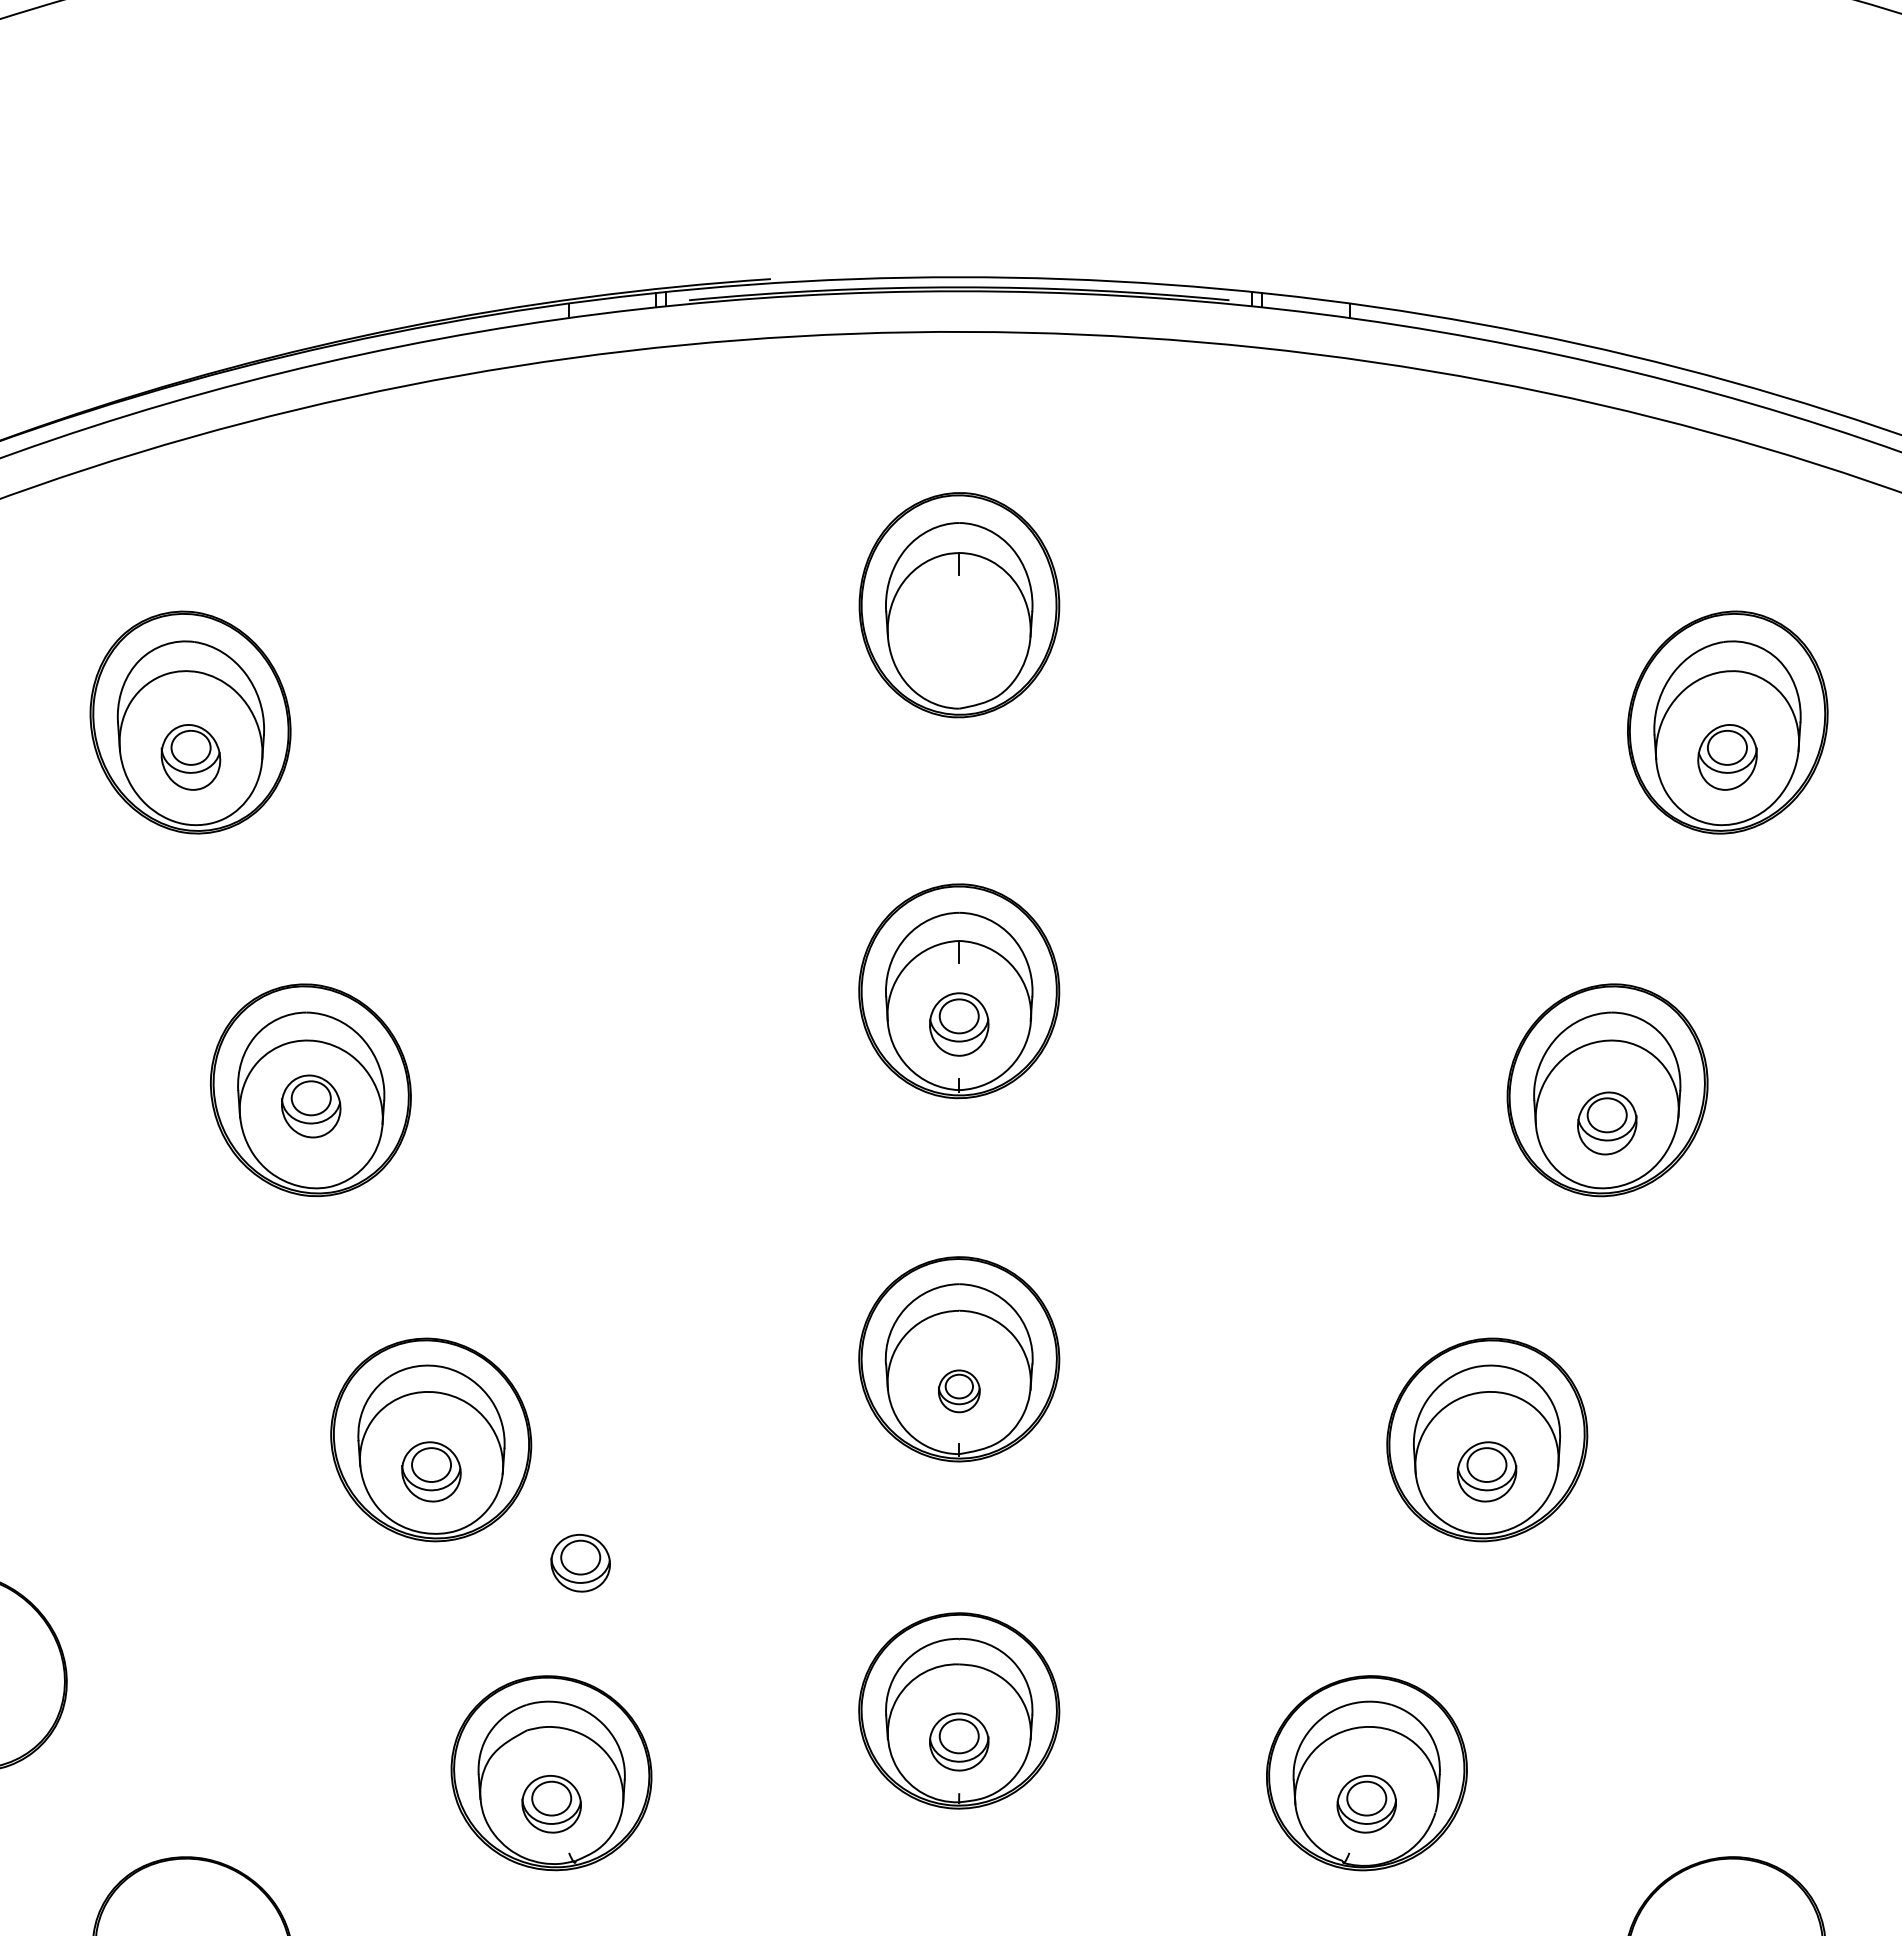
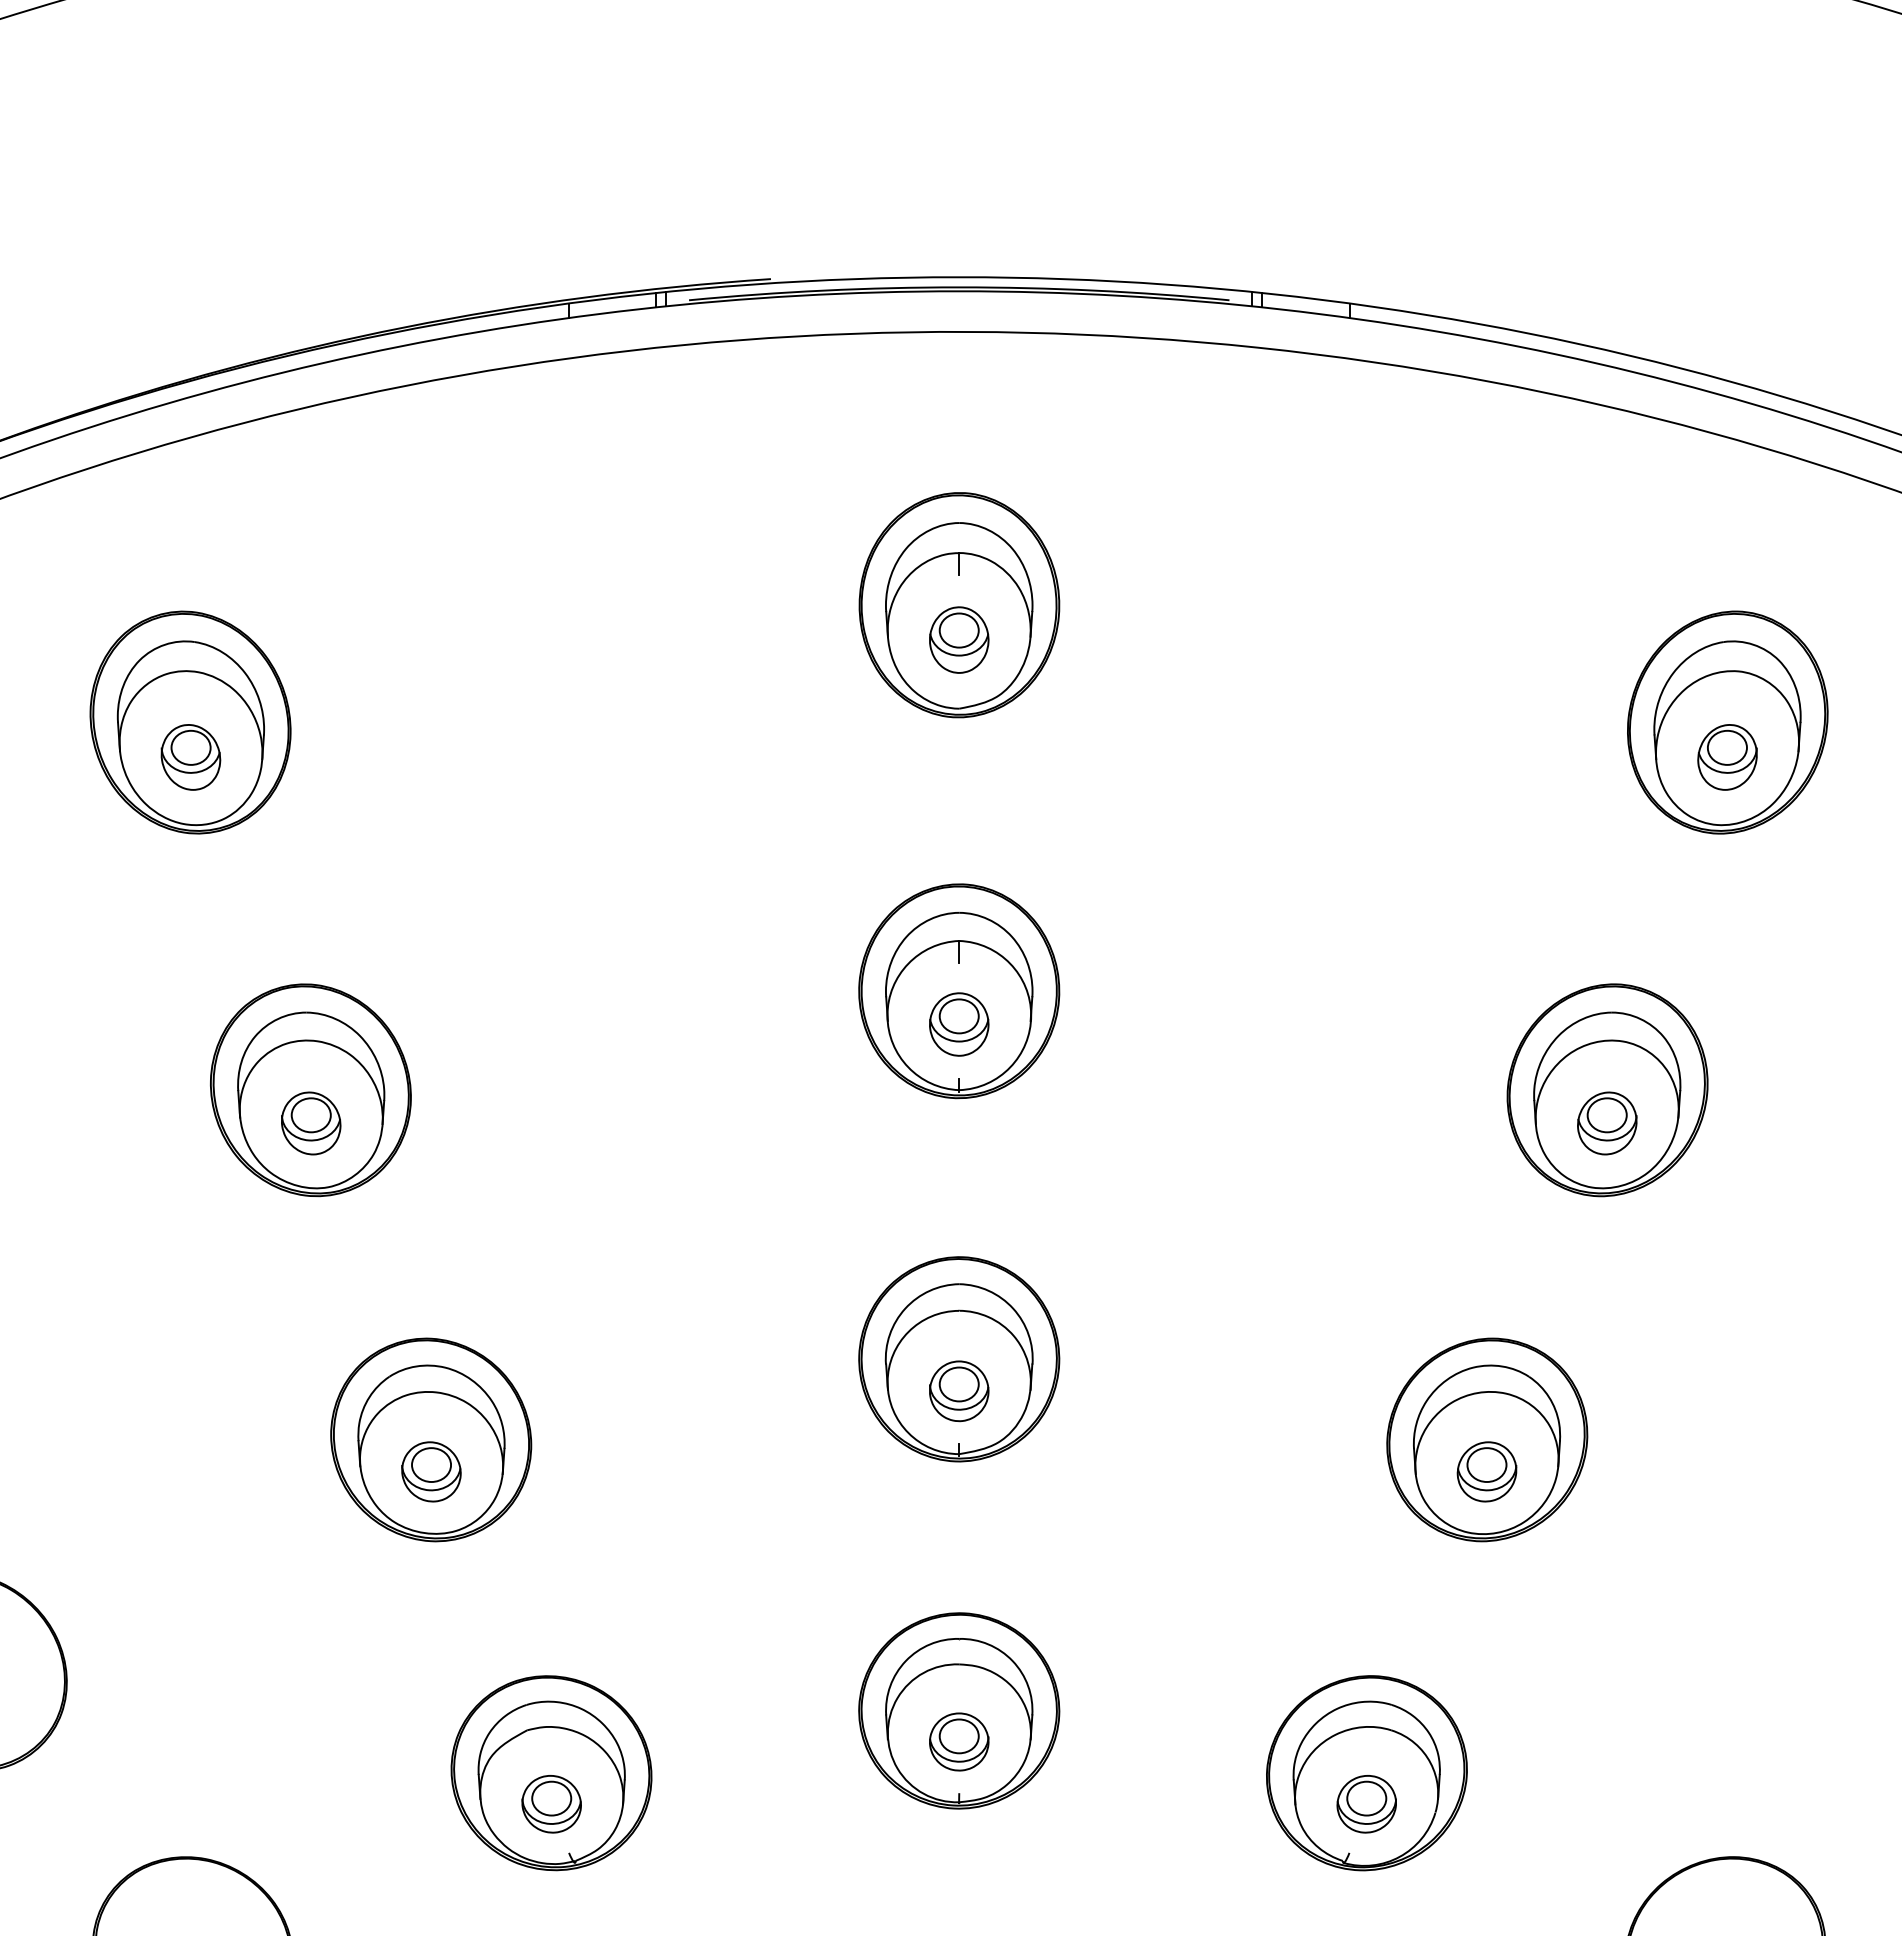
part at (959, 639): none -> present
part at (311, 1106) position: (311, 1106) -> (311, 1123)
part at (959, 1391) size: 43x45 px -> 61x63 px
part at (580, 1563): present -> none
